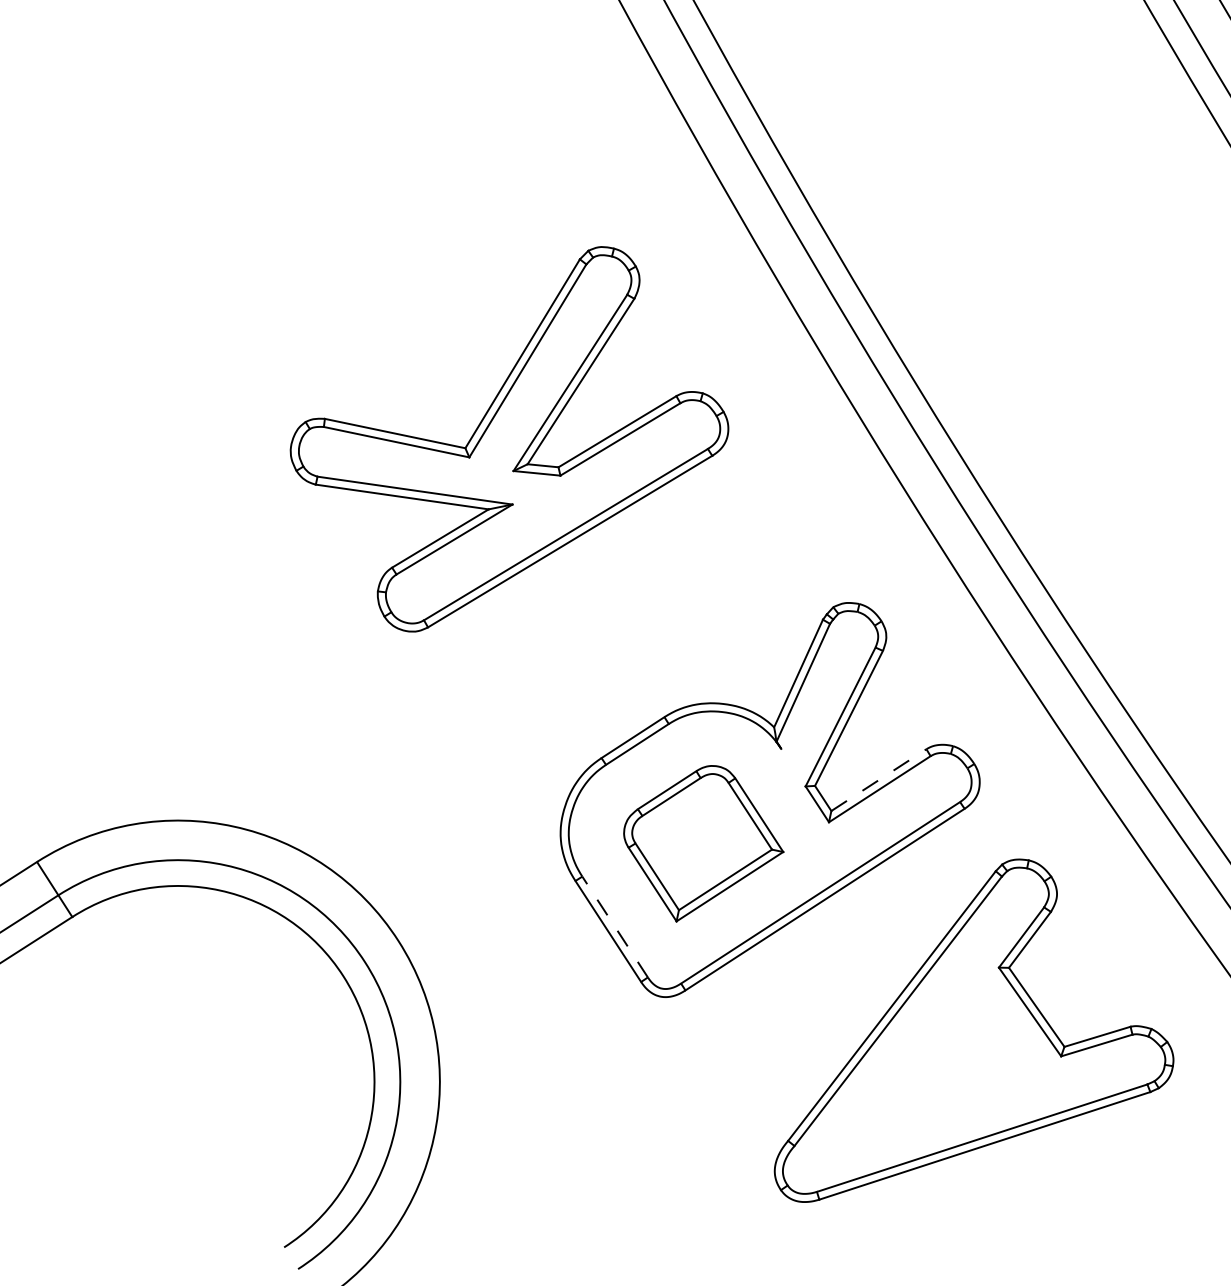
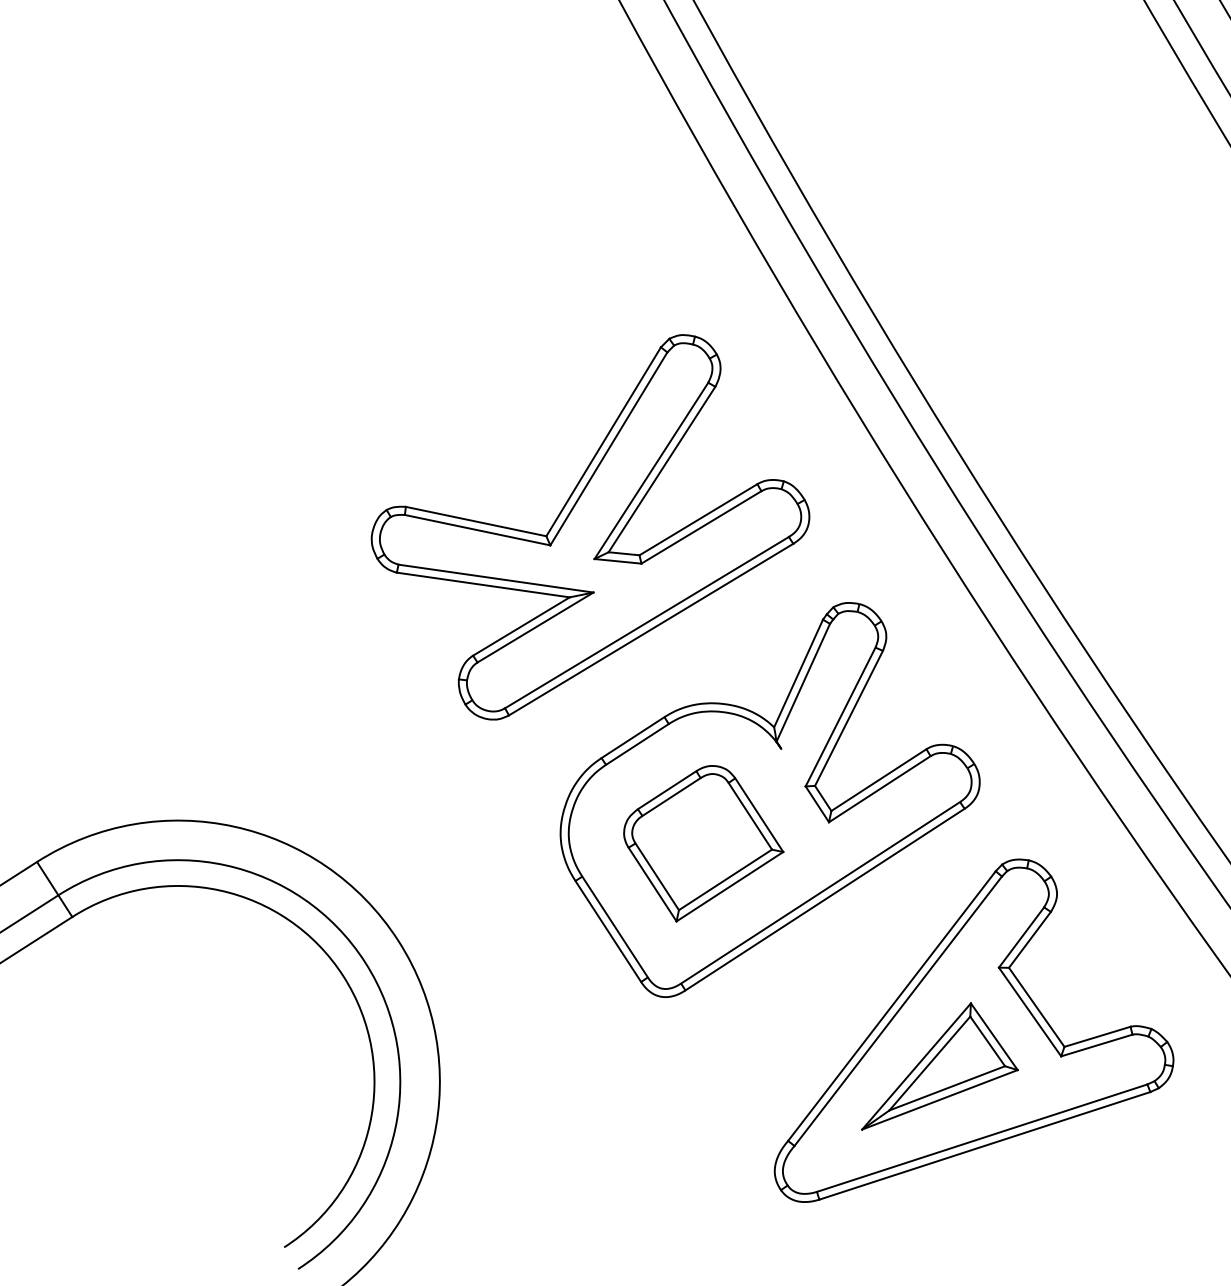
part at (509, 439) position: (509, 439) -> (590, 527)
line at (878, 780): dashed -> solid
line at (614, 926): dashed -> solid
part at (939, 1066): none -> present
